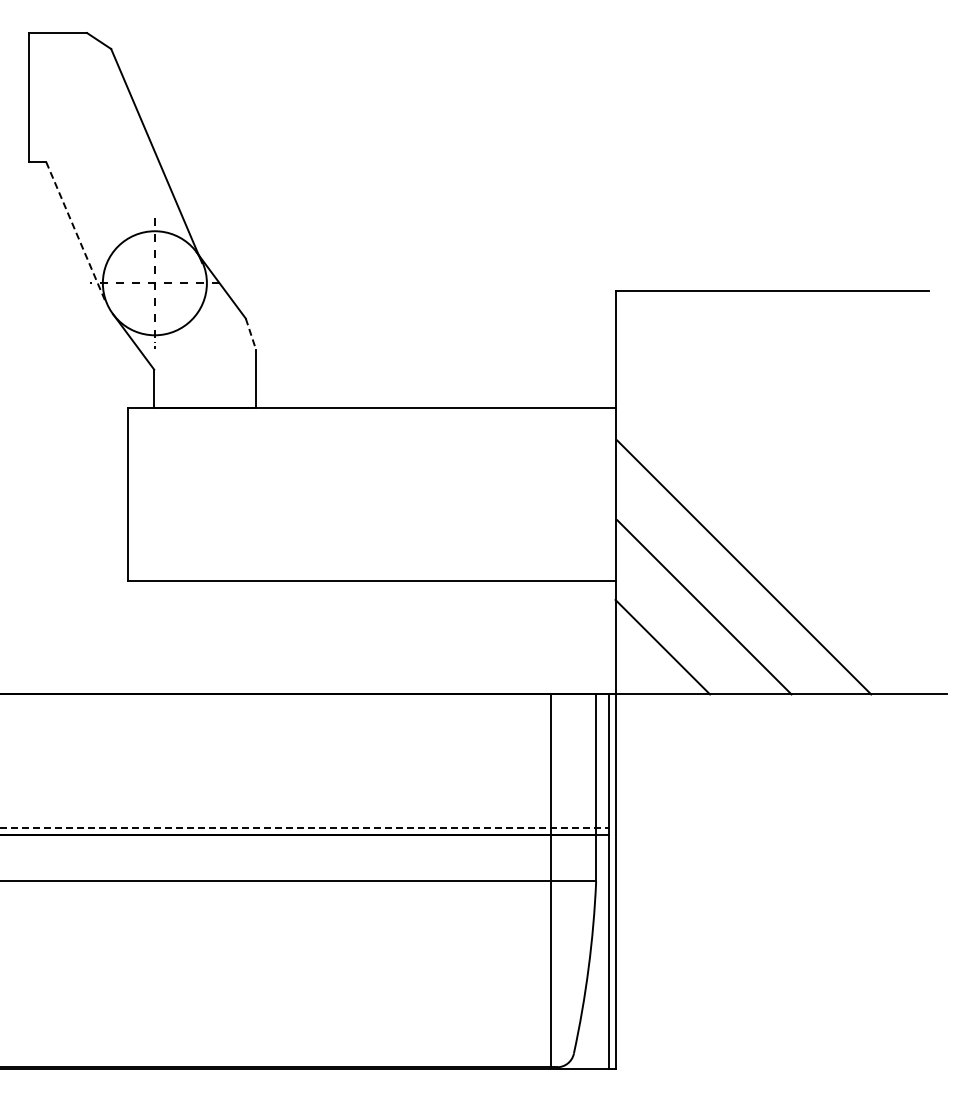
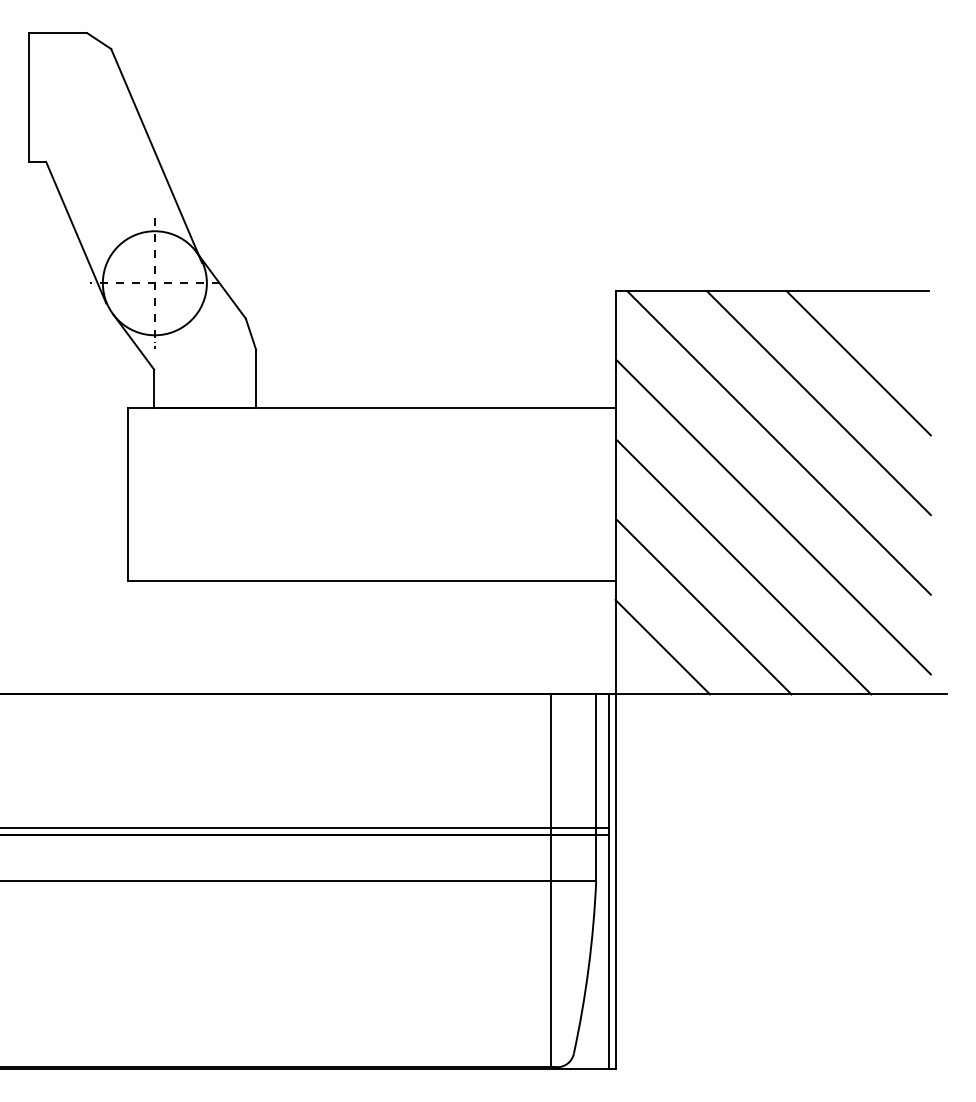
line at (76, 232): dashed -> solid
line at (251, 334): dashed -> solid
line at (858, 363): none -> present
line at (818, 403): none -> present
line at (778, 442): none -> present
line at (773, 517): none -> present
line at (304, 827): dashed -> solid
